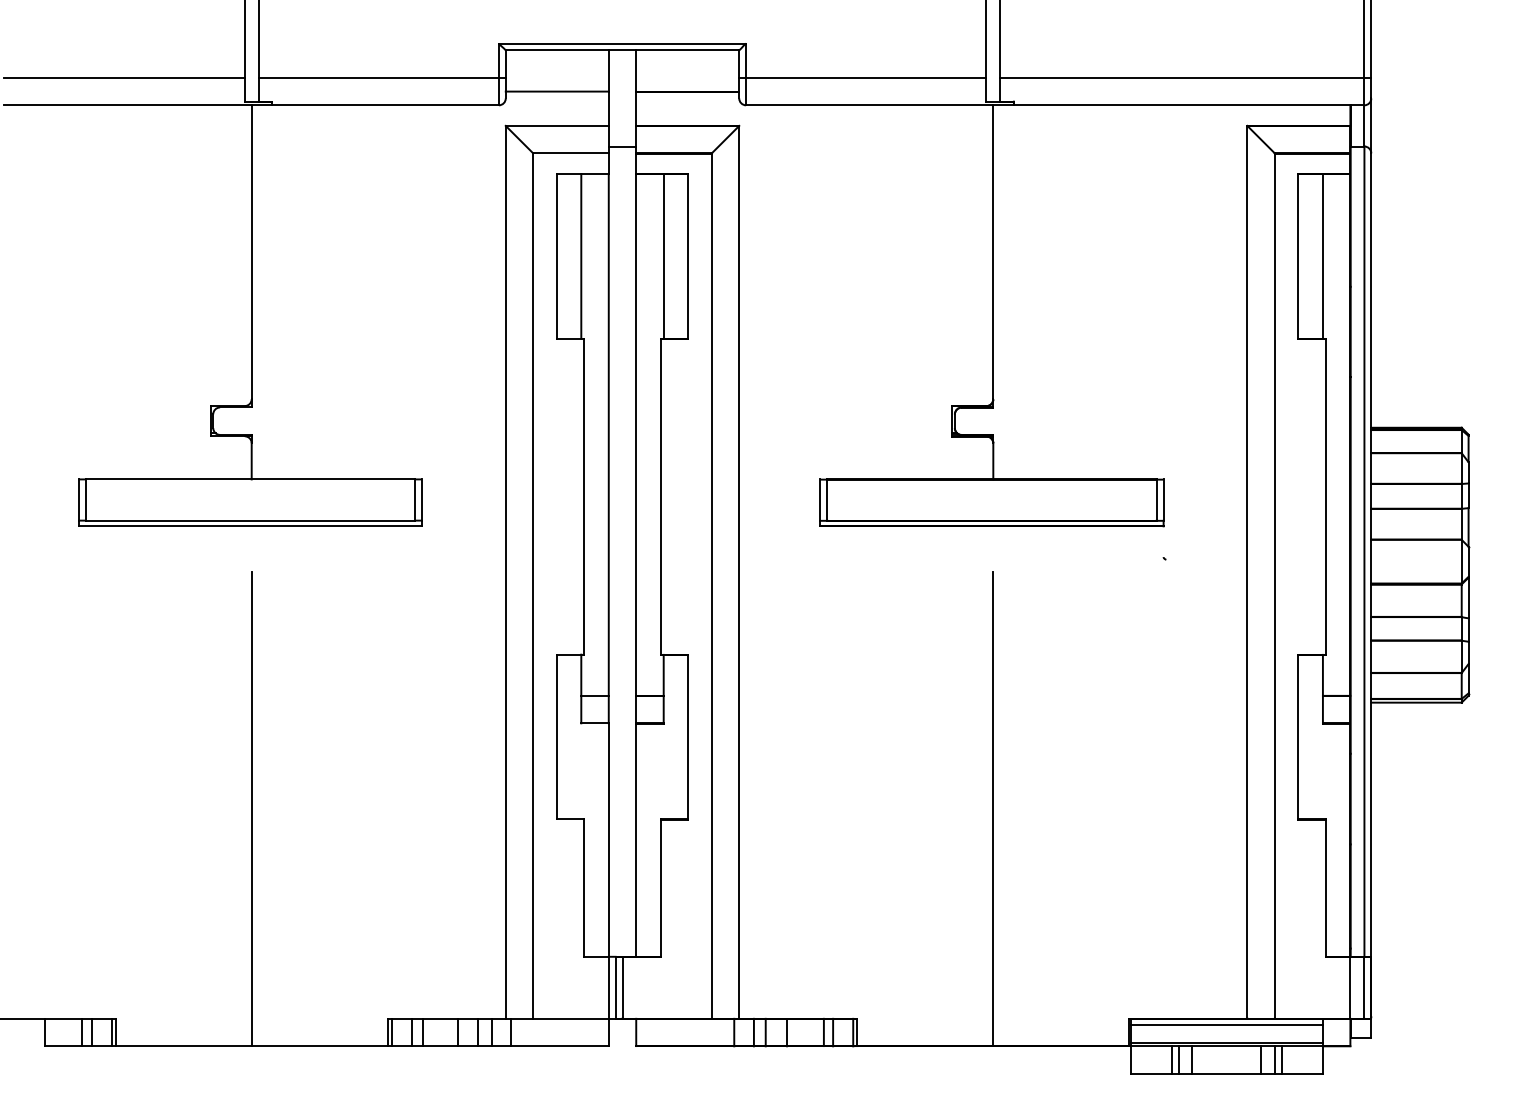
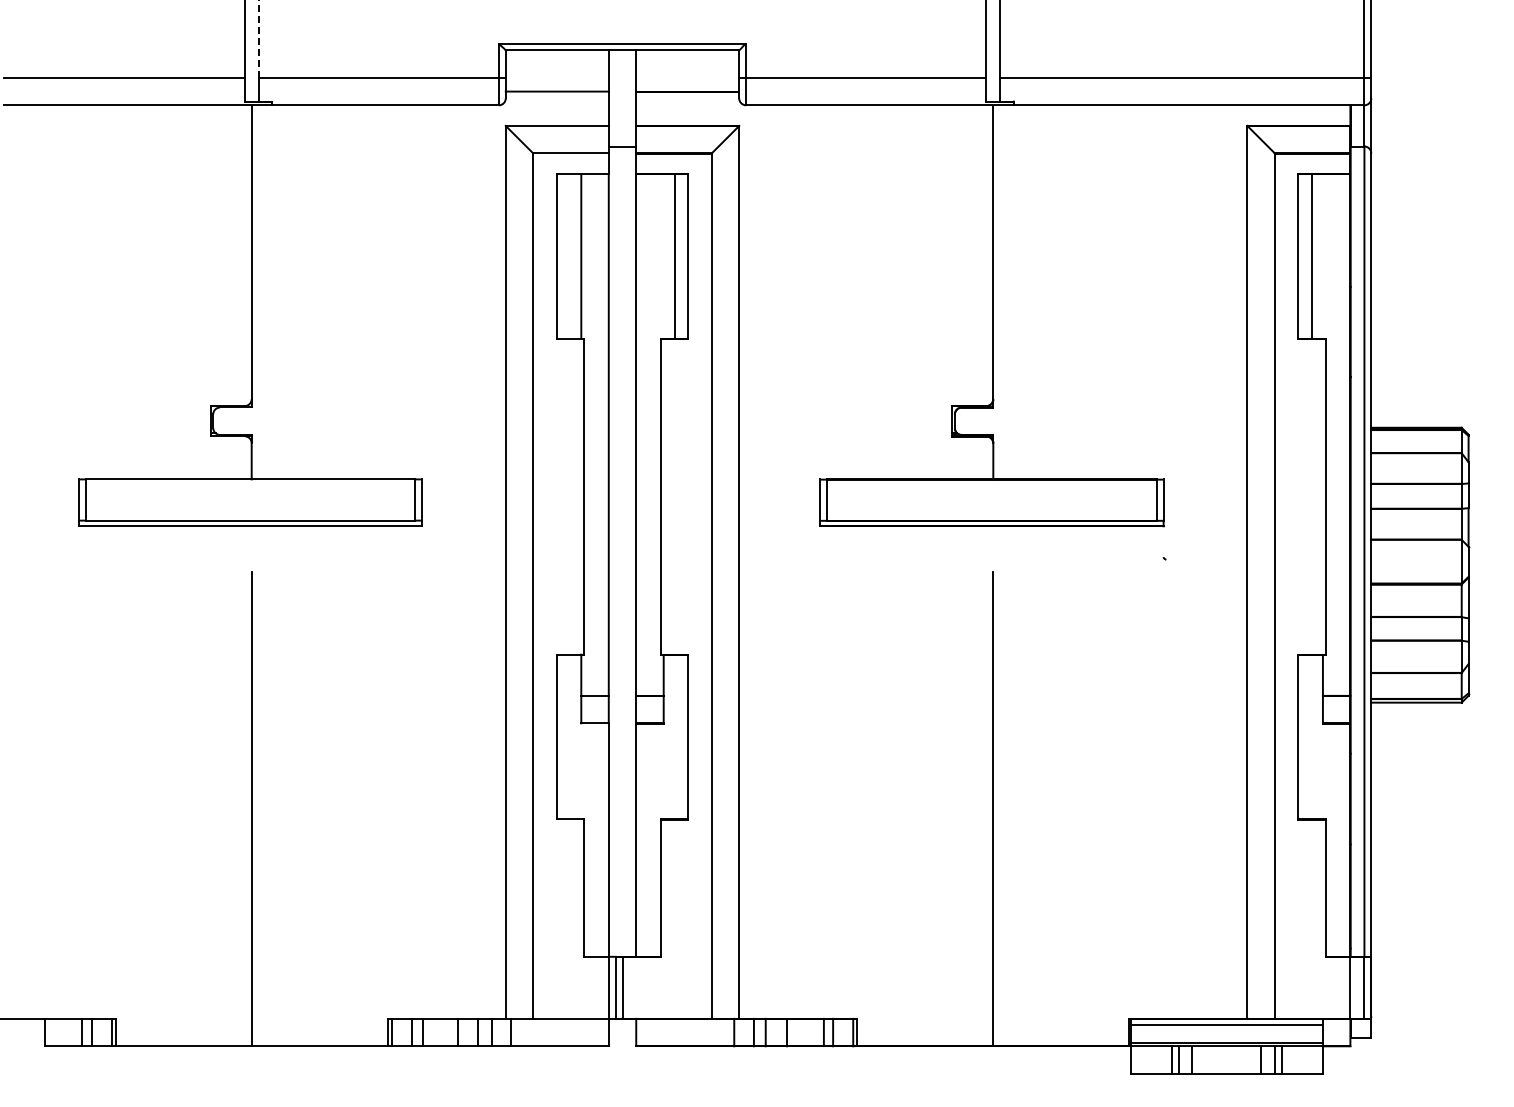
line at (258, 38): solid -> dashed
line at (663, 256) position: (663, 256) -> (674, 256)
line at (1322, 256) position: (1322, 256) -> (1311, 256)
